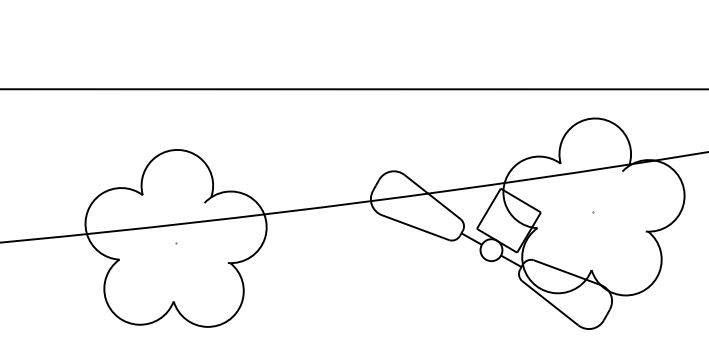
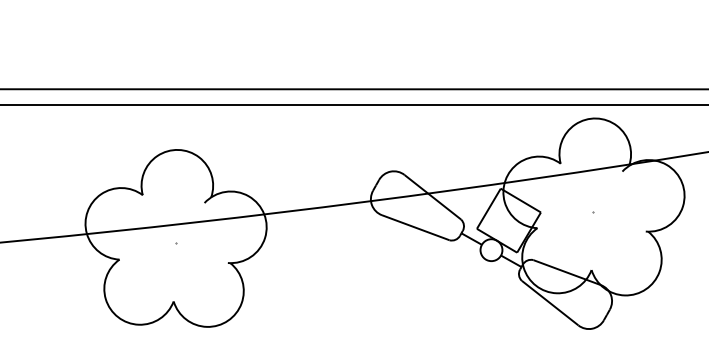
line at (353, 104): none -> present
